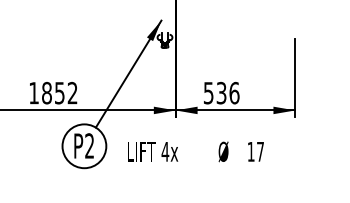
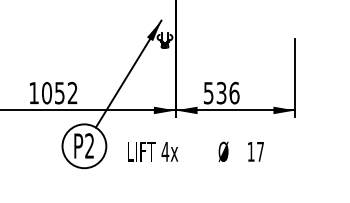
text at (47, 93): 1852 -> 1052
